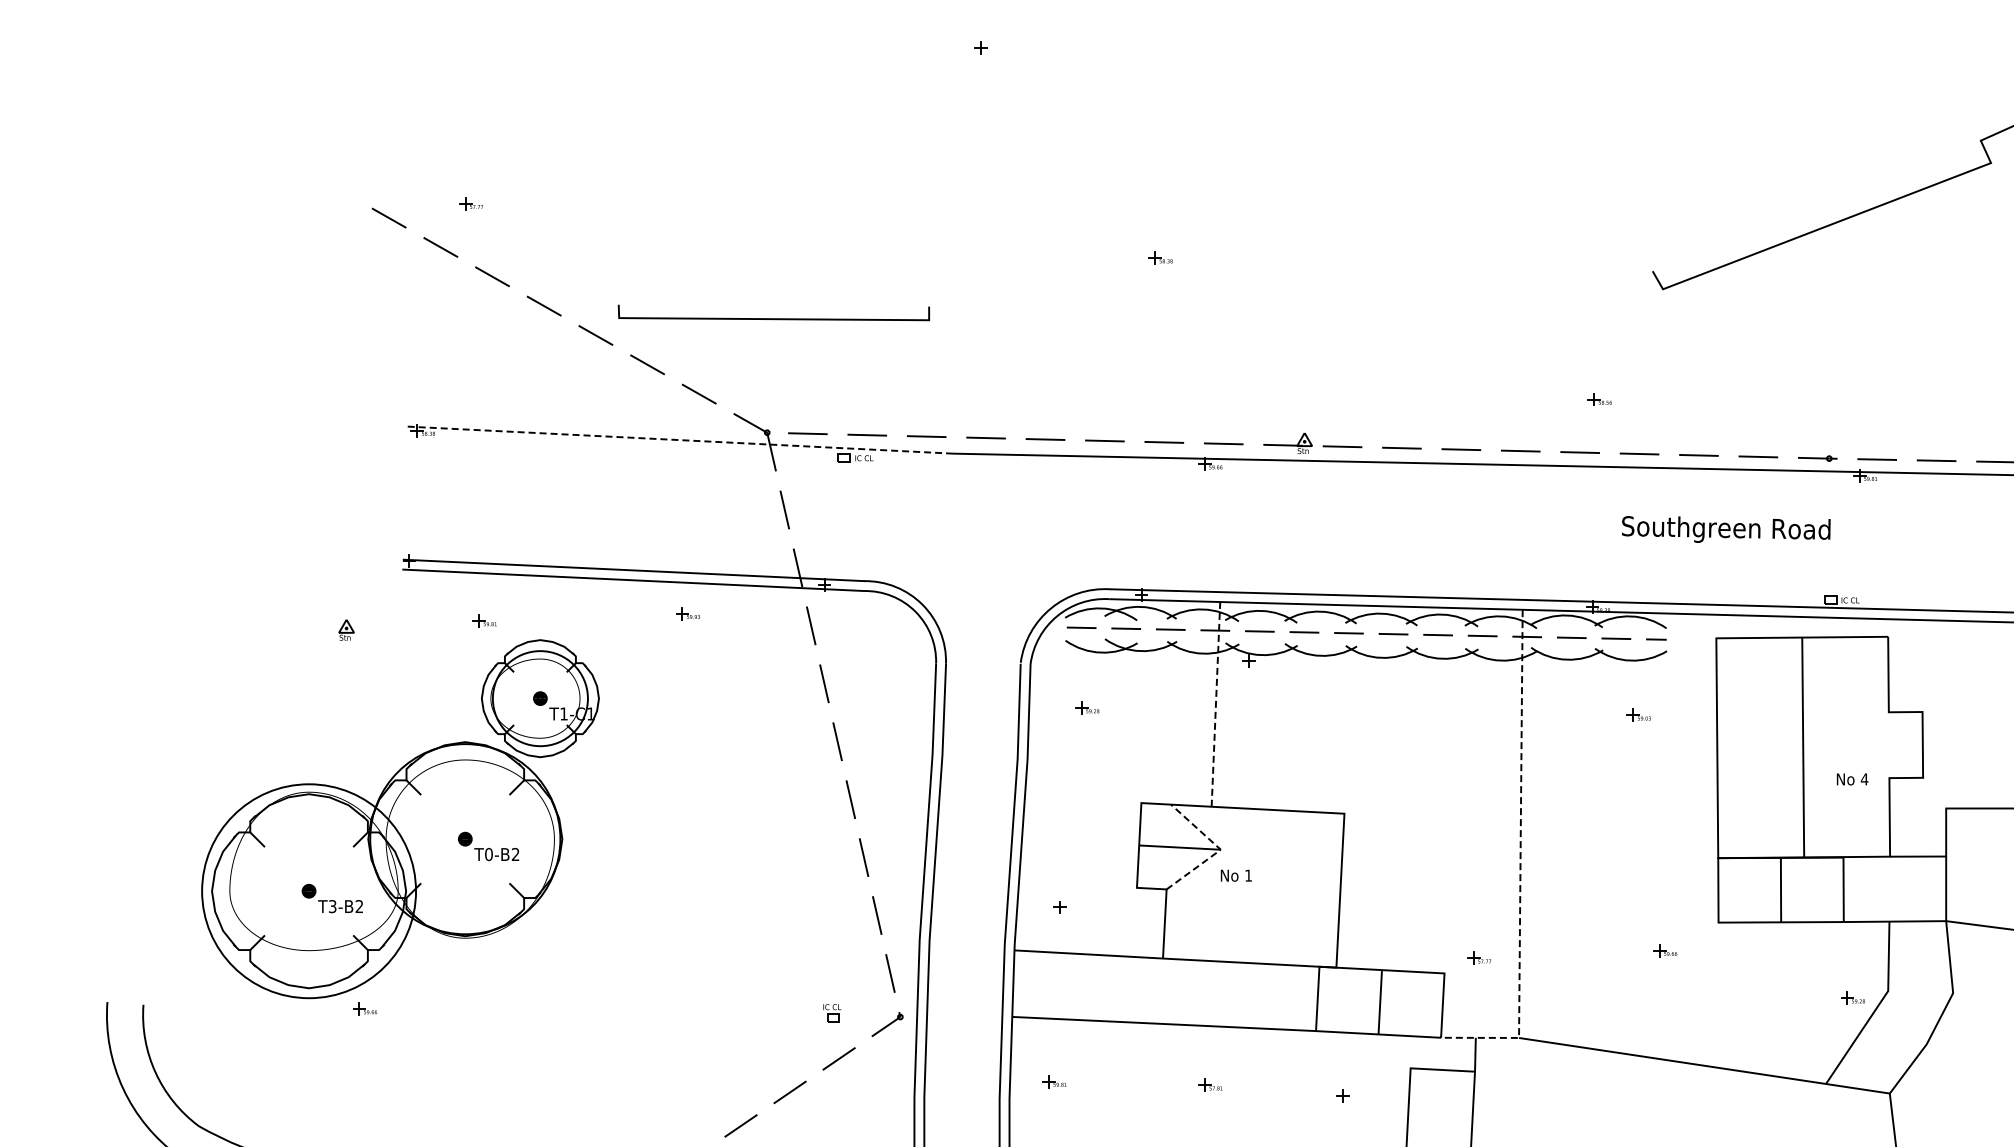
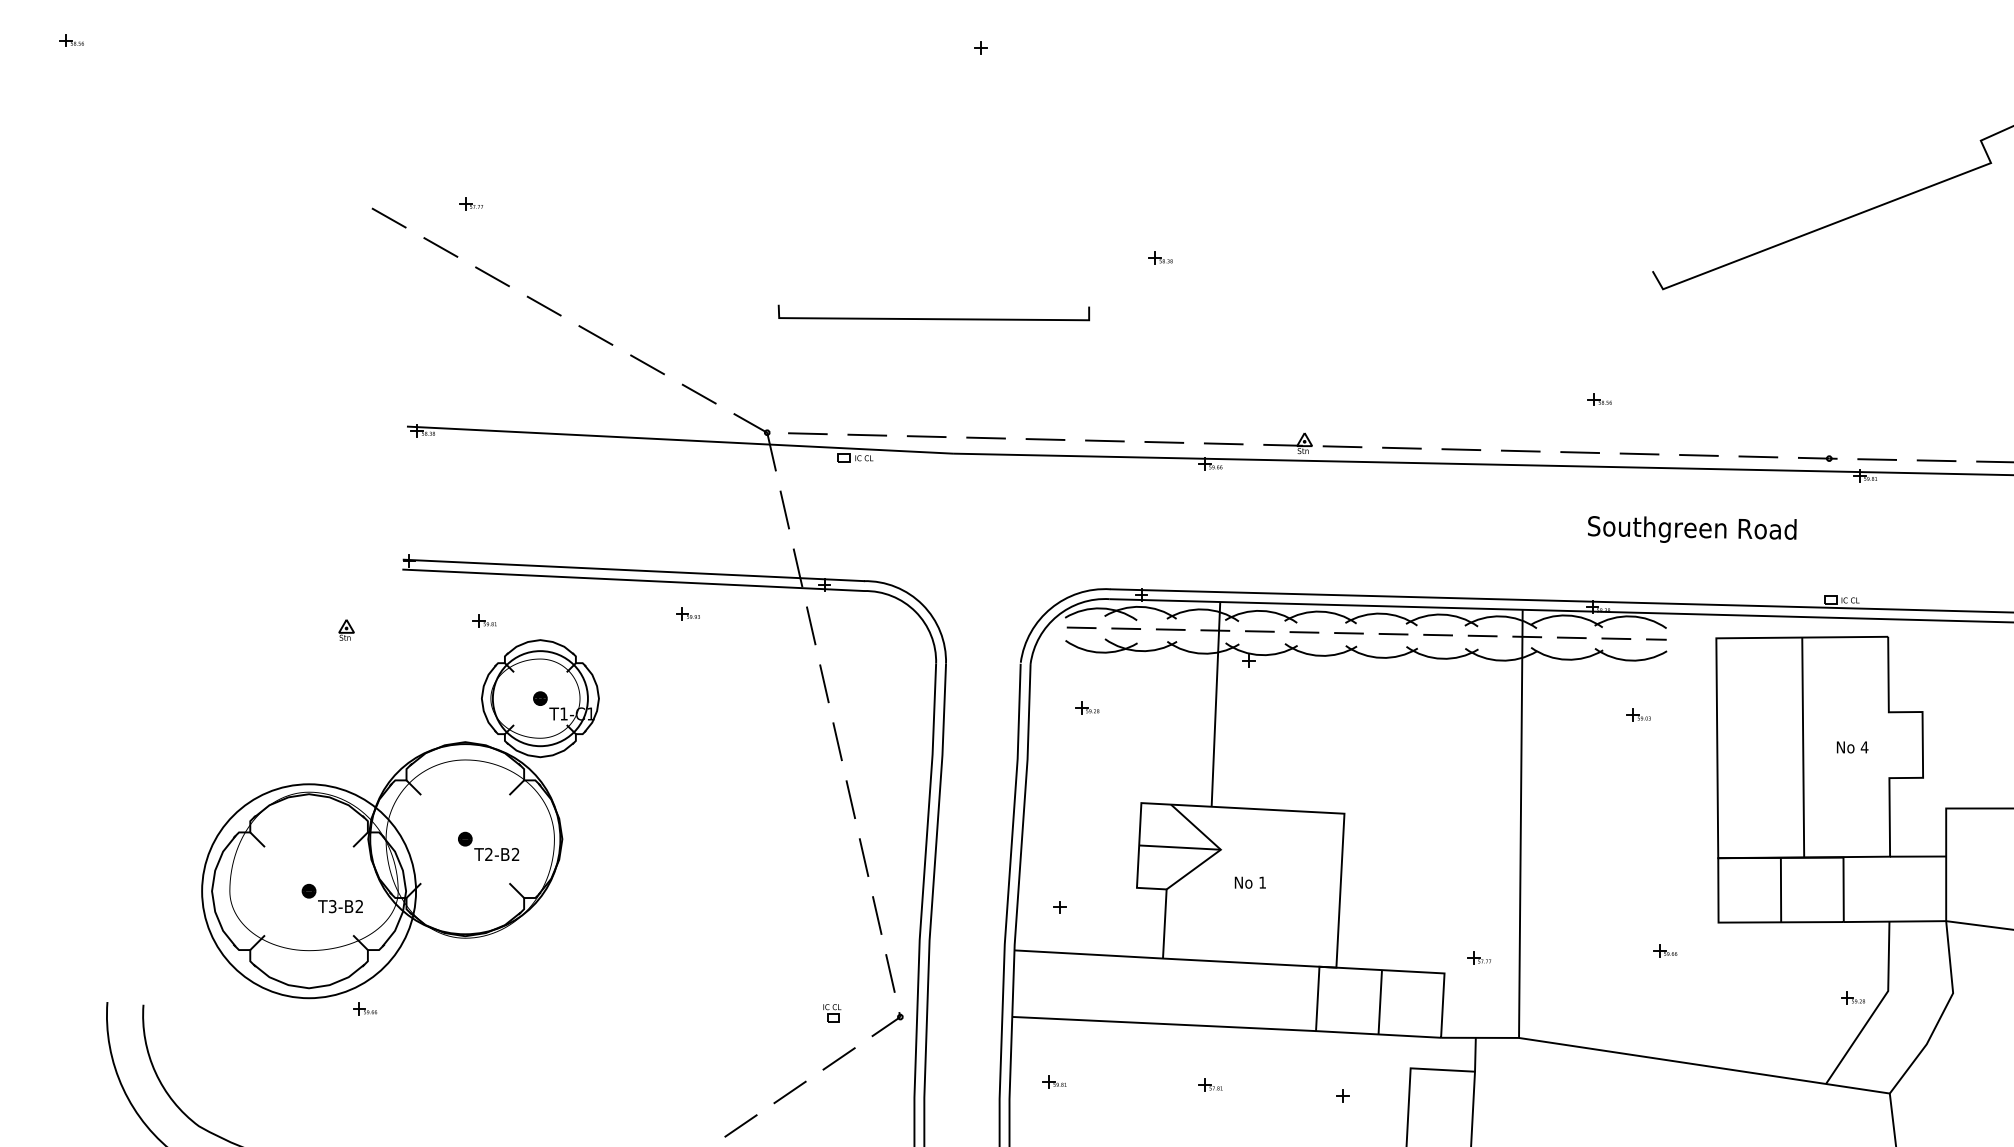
part at (71, 40): none -> present
line at (773, 318) position: (773, 318) -> (933, 318)
line at (679, 440): dashed -> solid
text at (1726, 529) position: (1726, 529) -> (1692, 529)
line at (1215, 703): dashed -> solid
text at (1852, 779) position: (1852, 779) -> (1852, 747)
line at (1220, 849): dashed -> solid
text at (488, 854): T0-B2 -> T2-B2
line at (1520, 864): dashed -> solid
text at (1235, 875) position: (1235, 875) -> (1249, 882)
